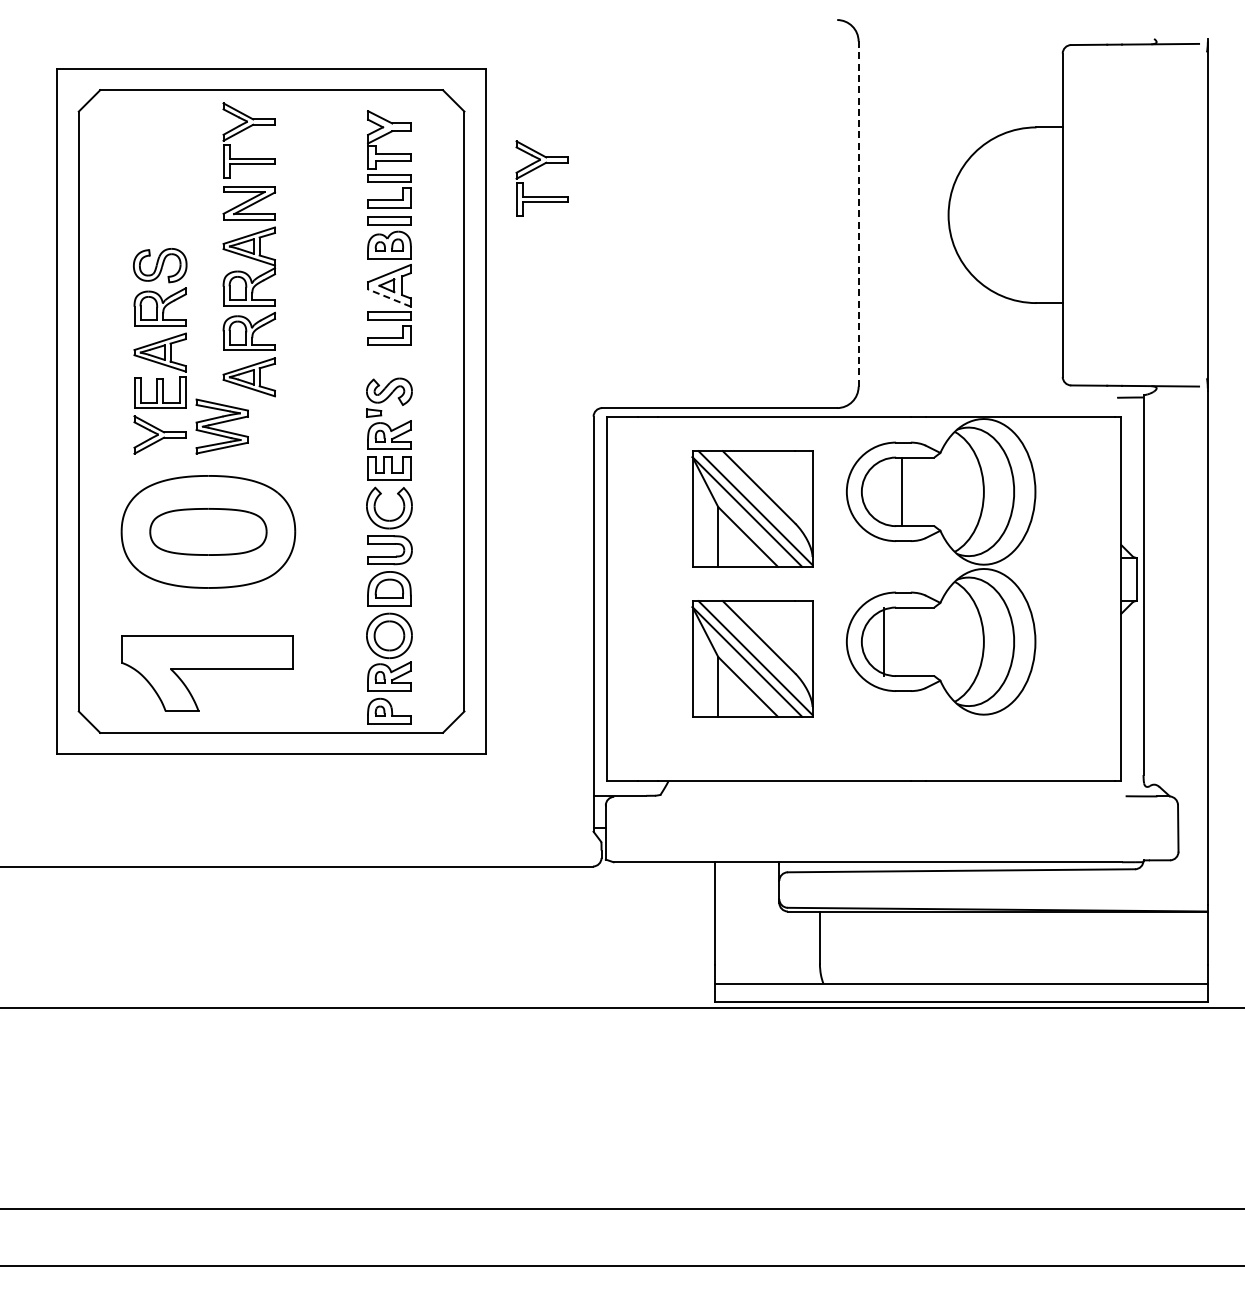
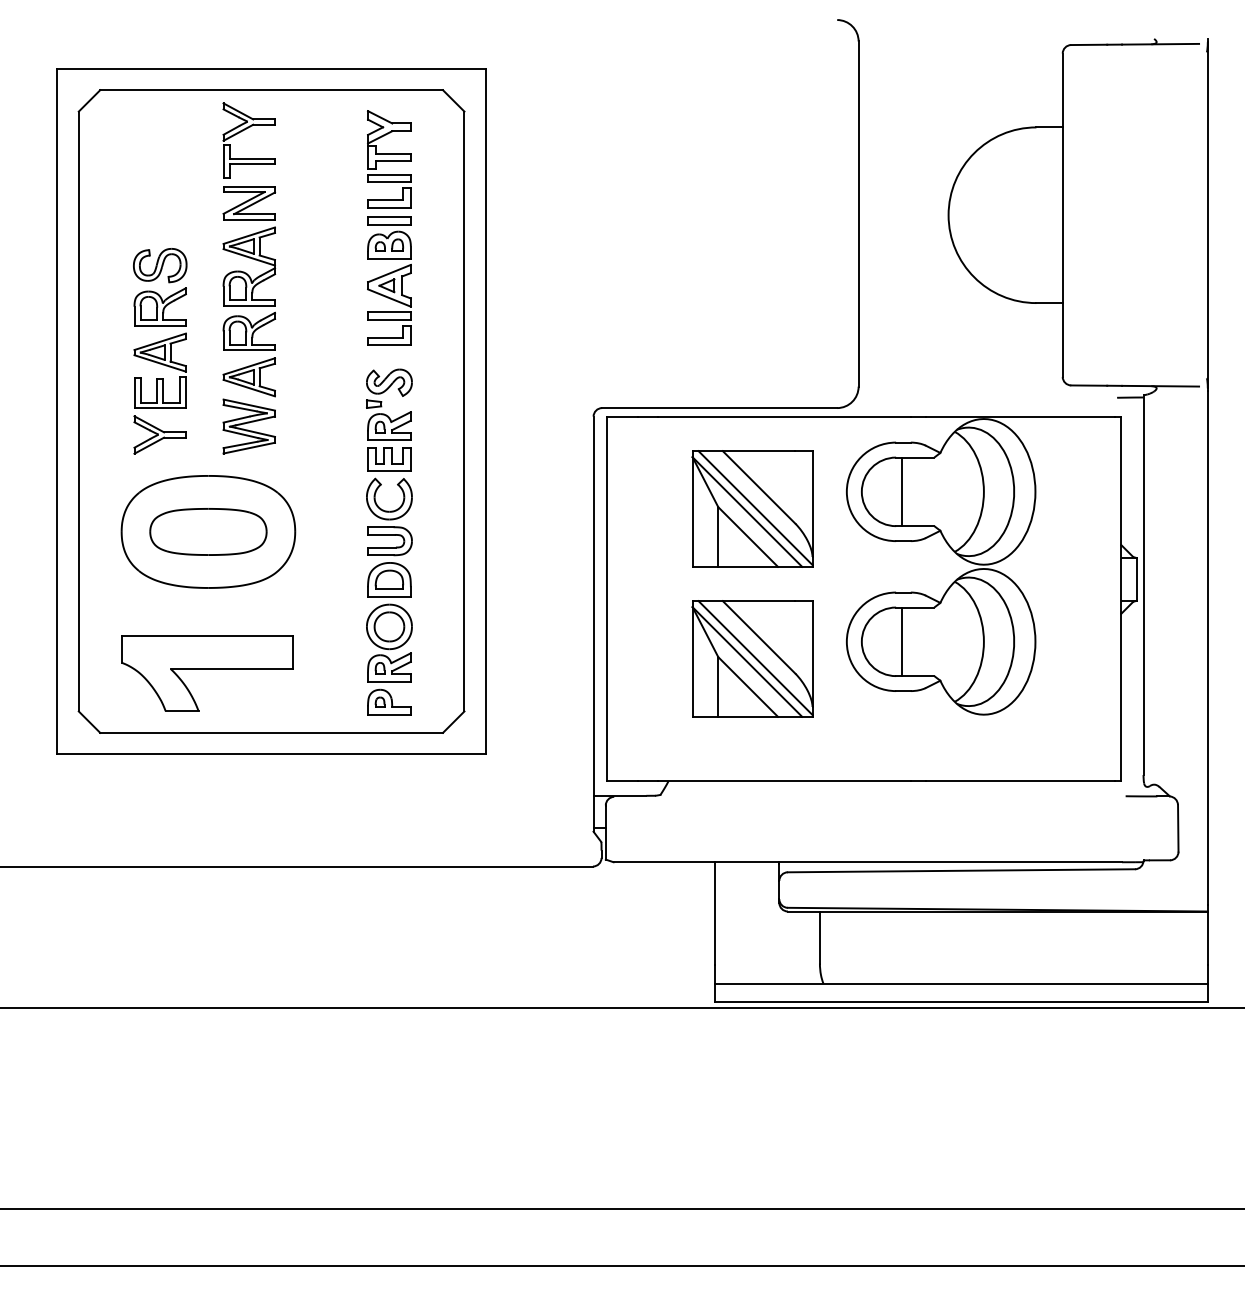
part at (536, 169): present -> none
line at (858, 214): dashed -> solid
line at (389, 297): dashed -> solid
part at (221, 426) position: (221, 426) -> (248, 426)
part at (389, 550) position: (389, 550) -> (389, 541)
line at (883, 641) position: (883, 641) -> (901, 641)
